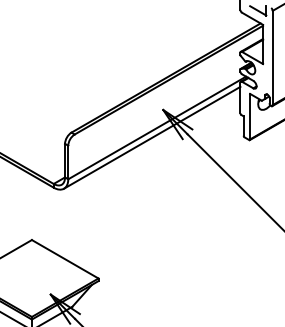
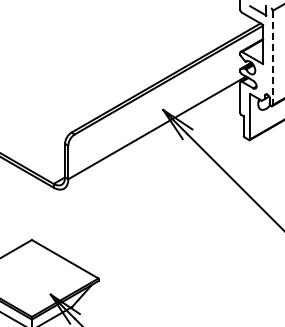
line at (272, 58): solid -> dashed
line at (152, 137): present -> none
